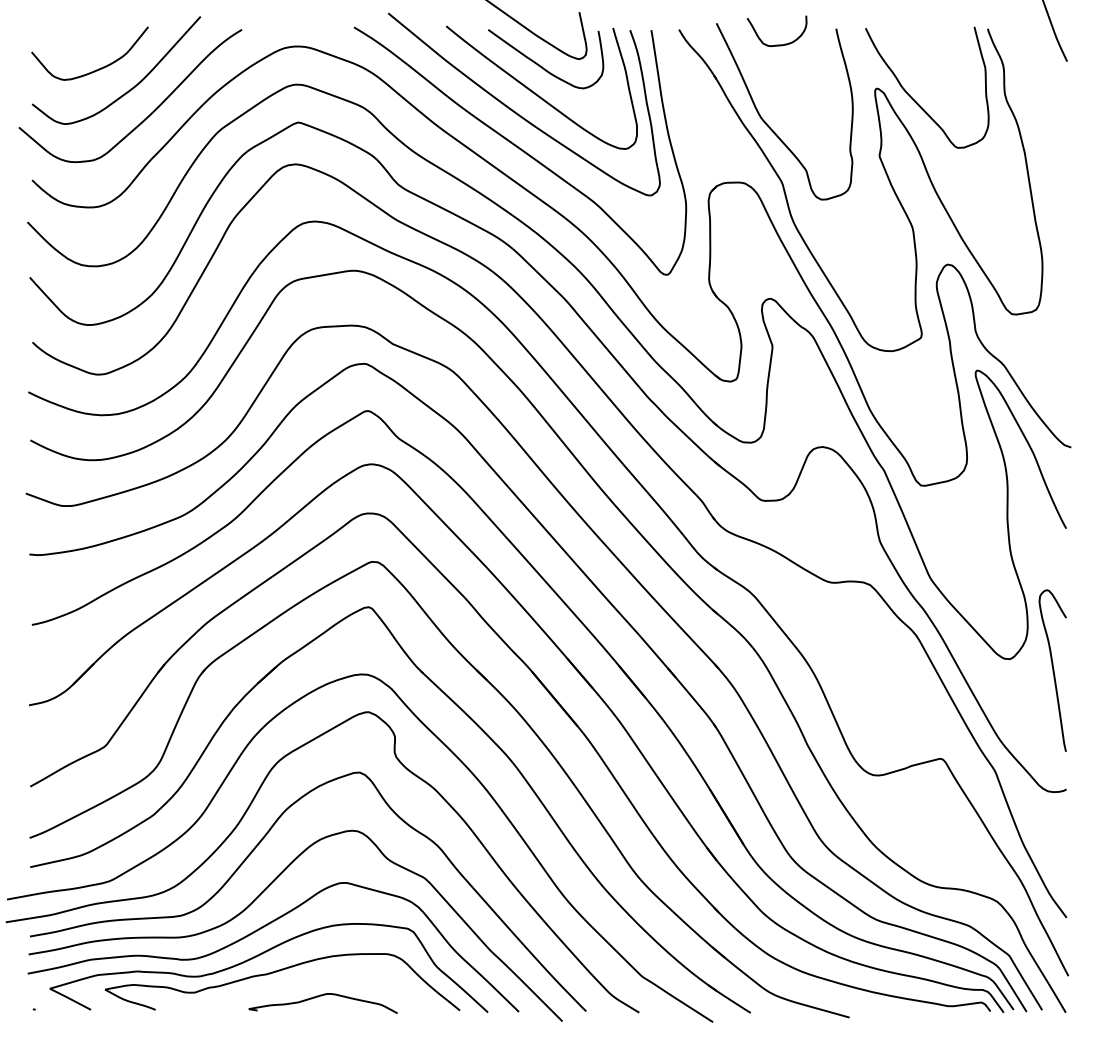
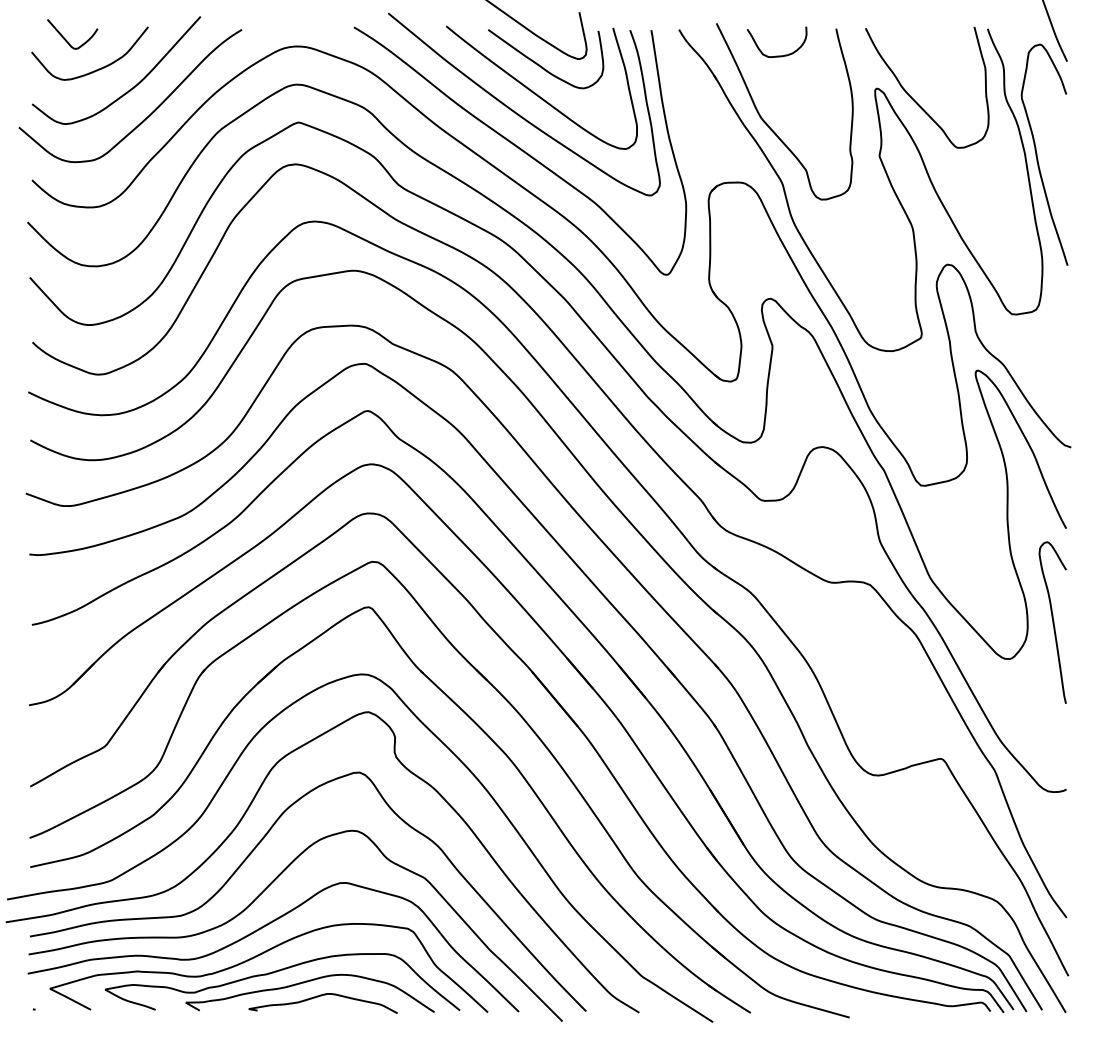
curve at (66, 39): none -> present
curve at (776, 44) position: (776, 44) -> (776, 55)
curve at (1037, 154): none -> present
curve at (1052, 670) position: (1052, 670) -> (1052, 622)
curve at (307, 982): none -> present
